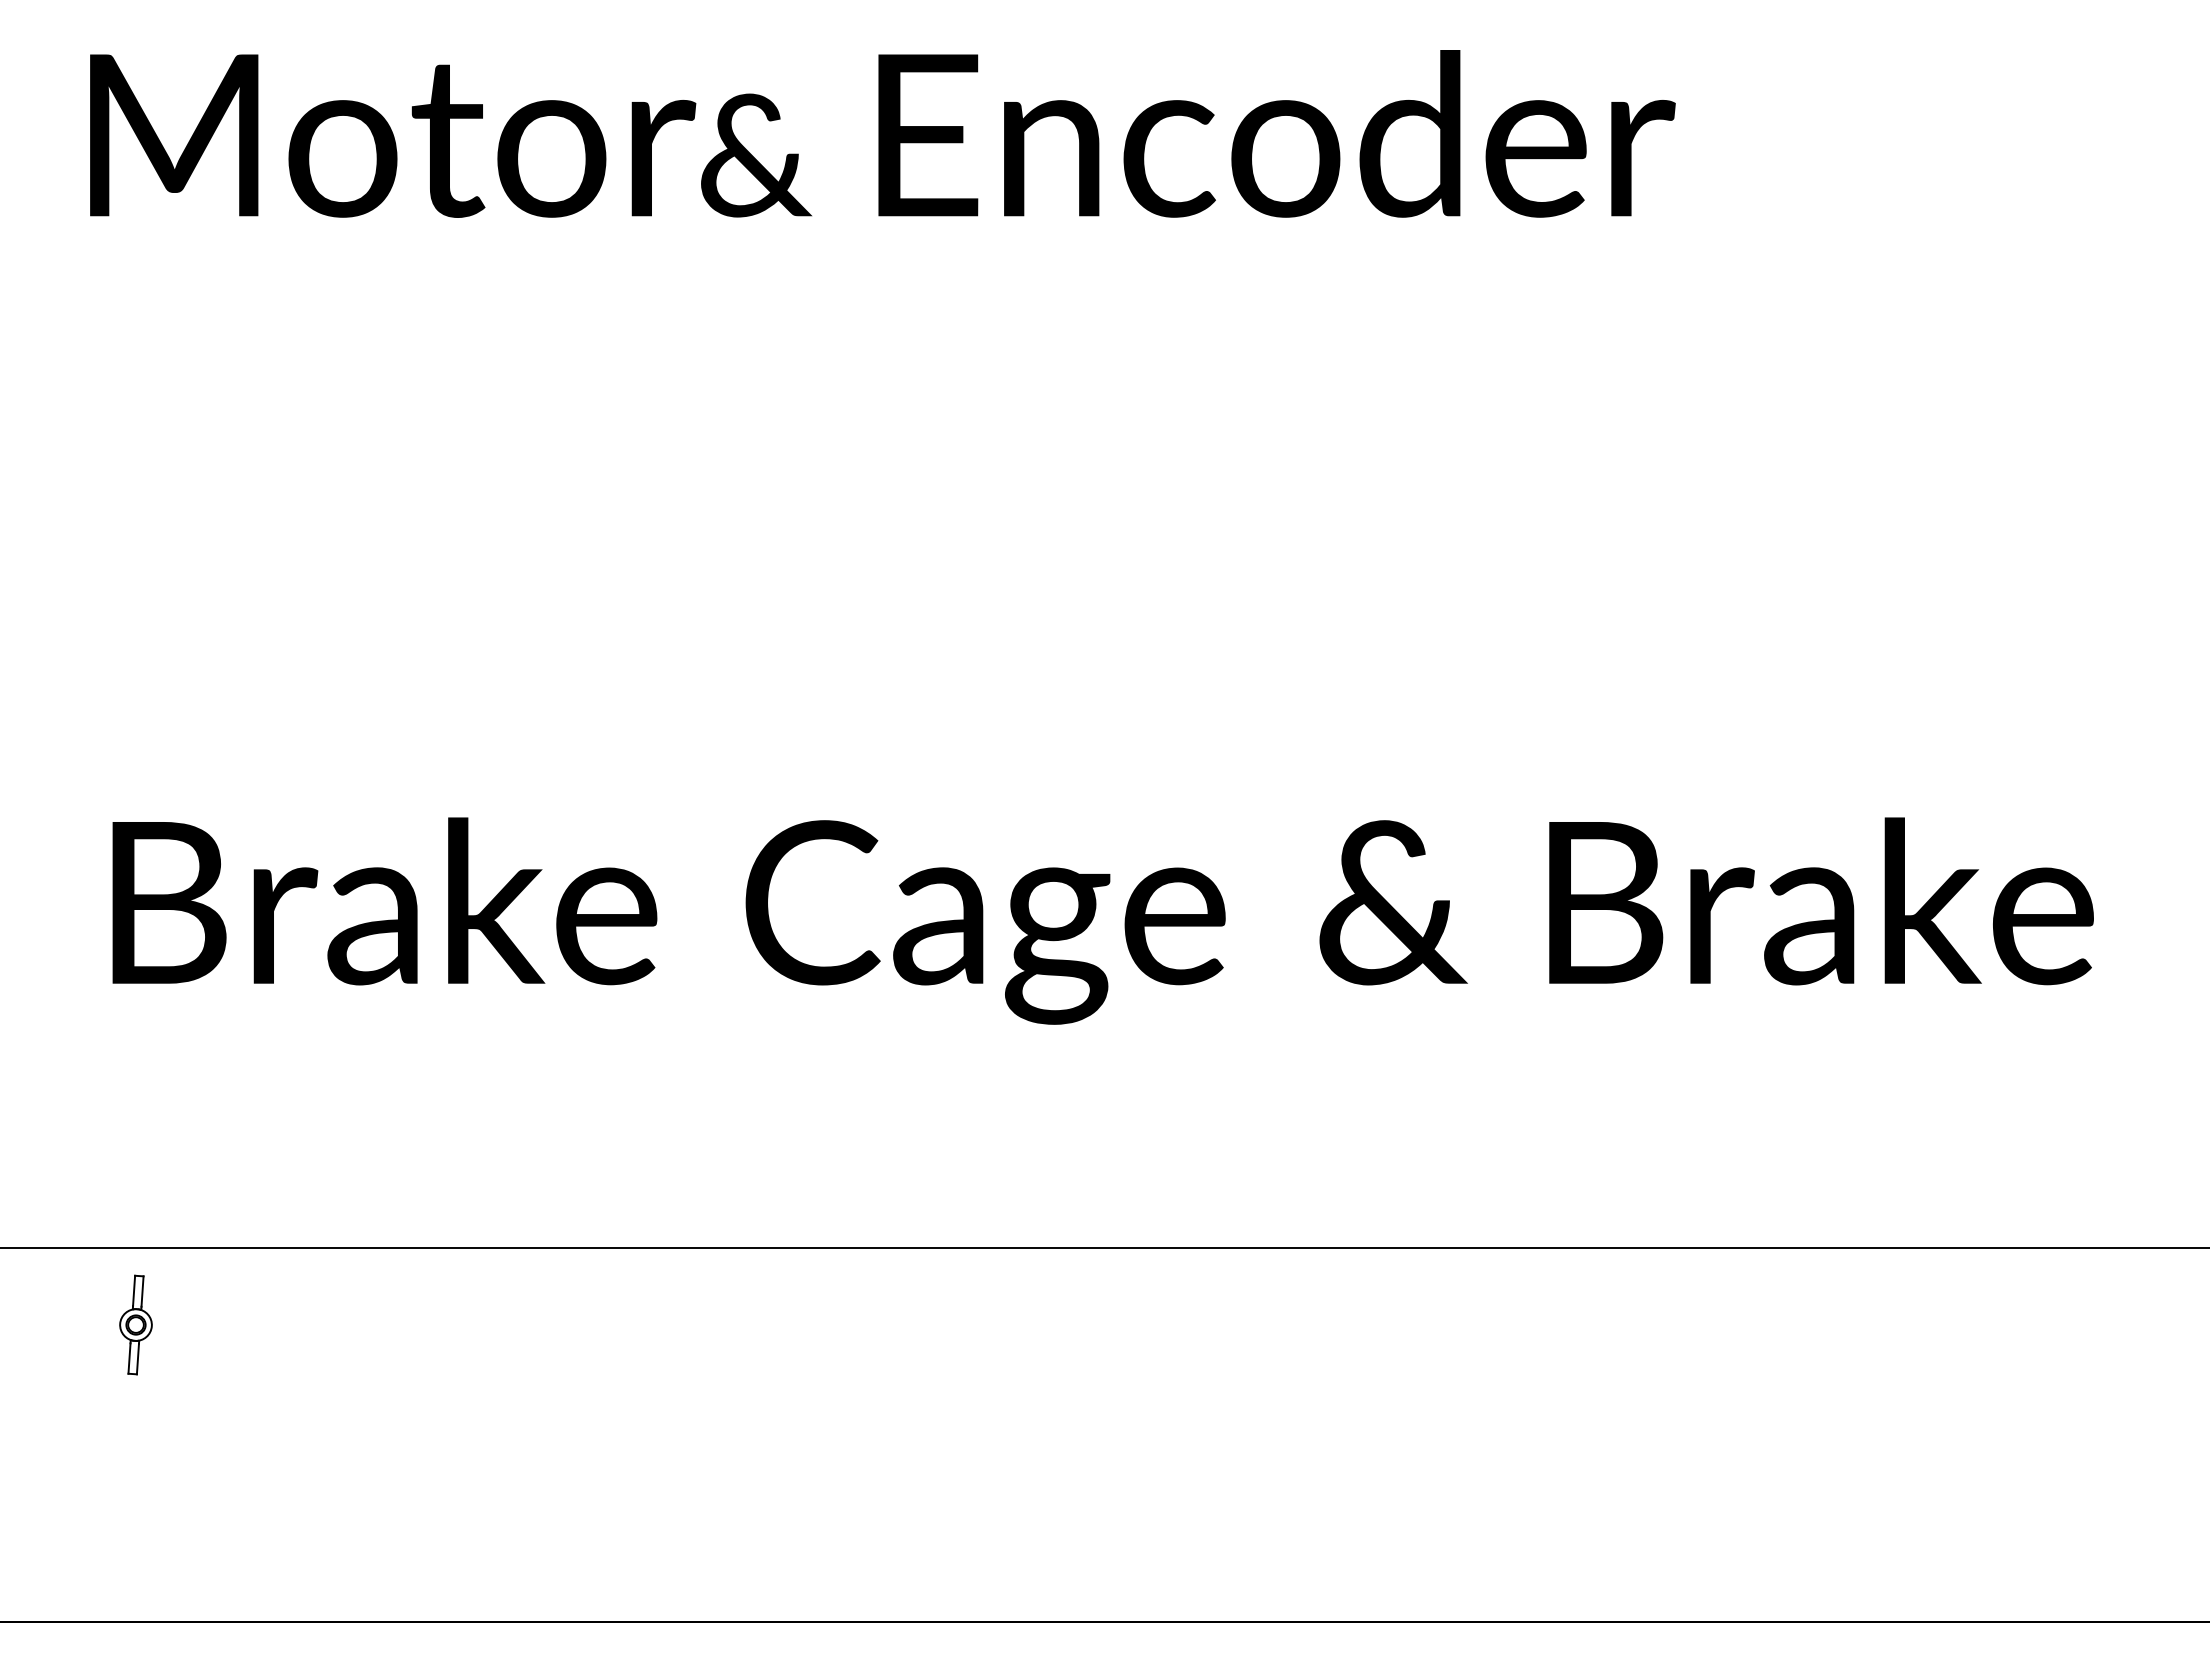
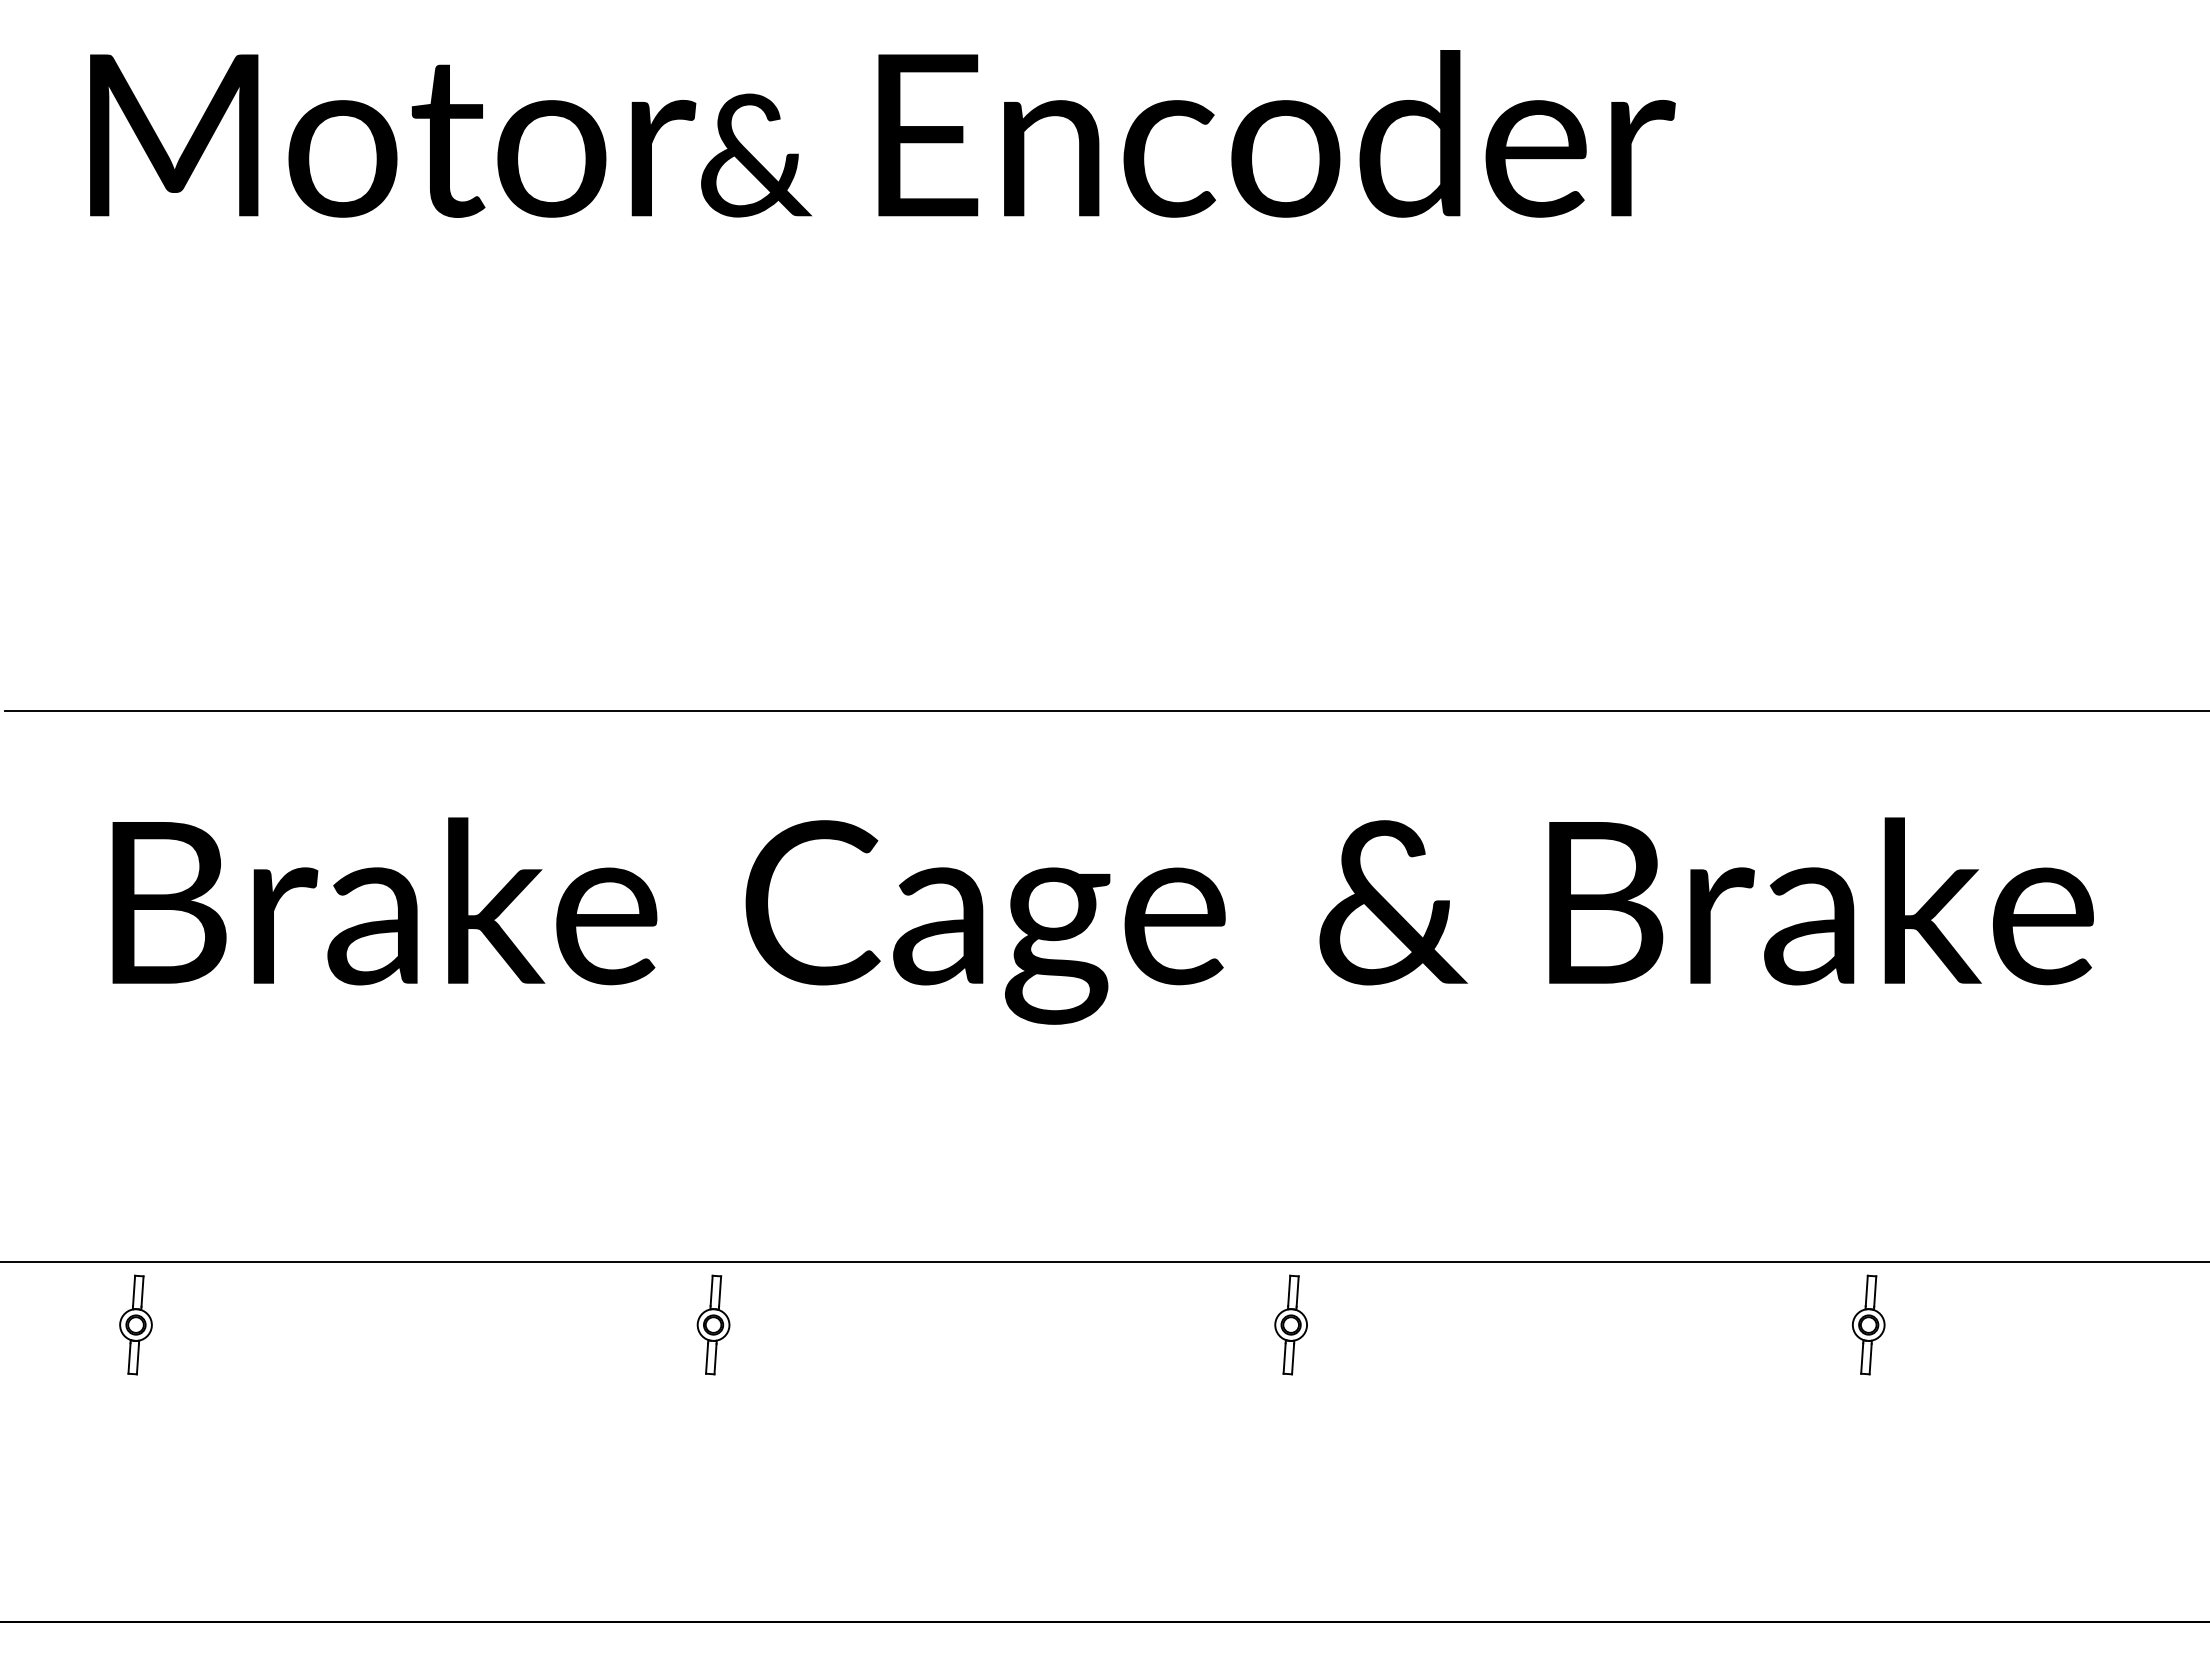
line at (1105, 710): none -> present
line at (1104, 1248) position: (1104, 1248) -> (1104, 1262)
part at (713, 1324): none -> present
part at (1290, 1324): none -> present
part at (1868, 1324): none -> present
